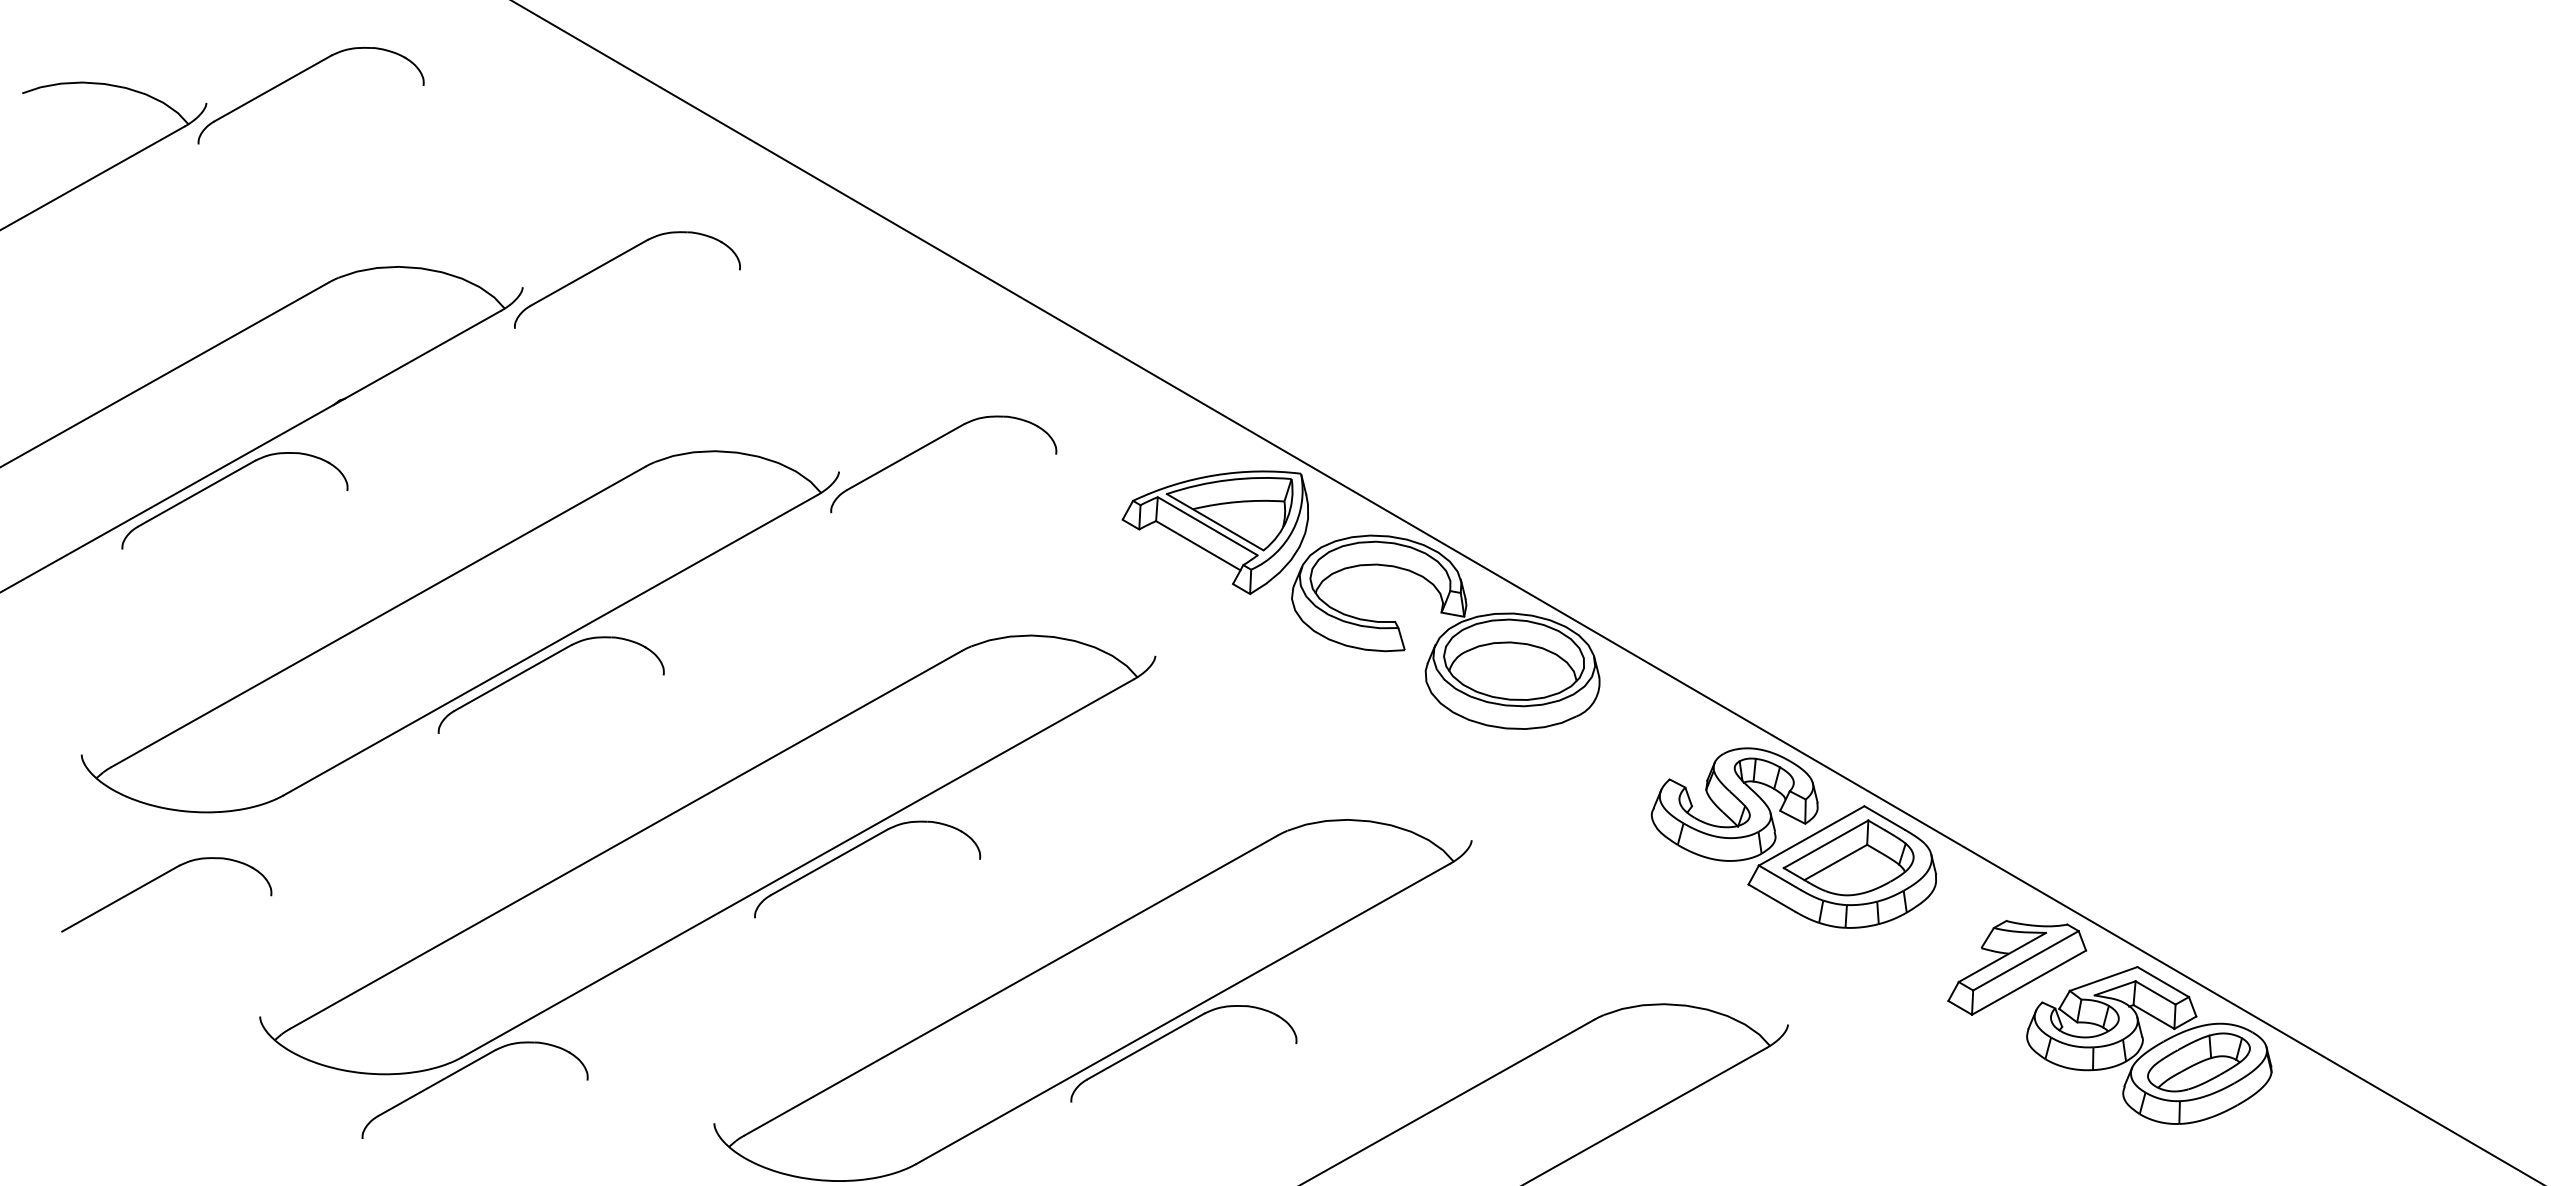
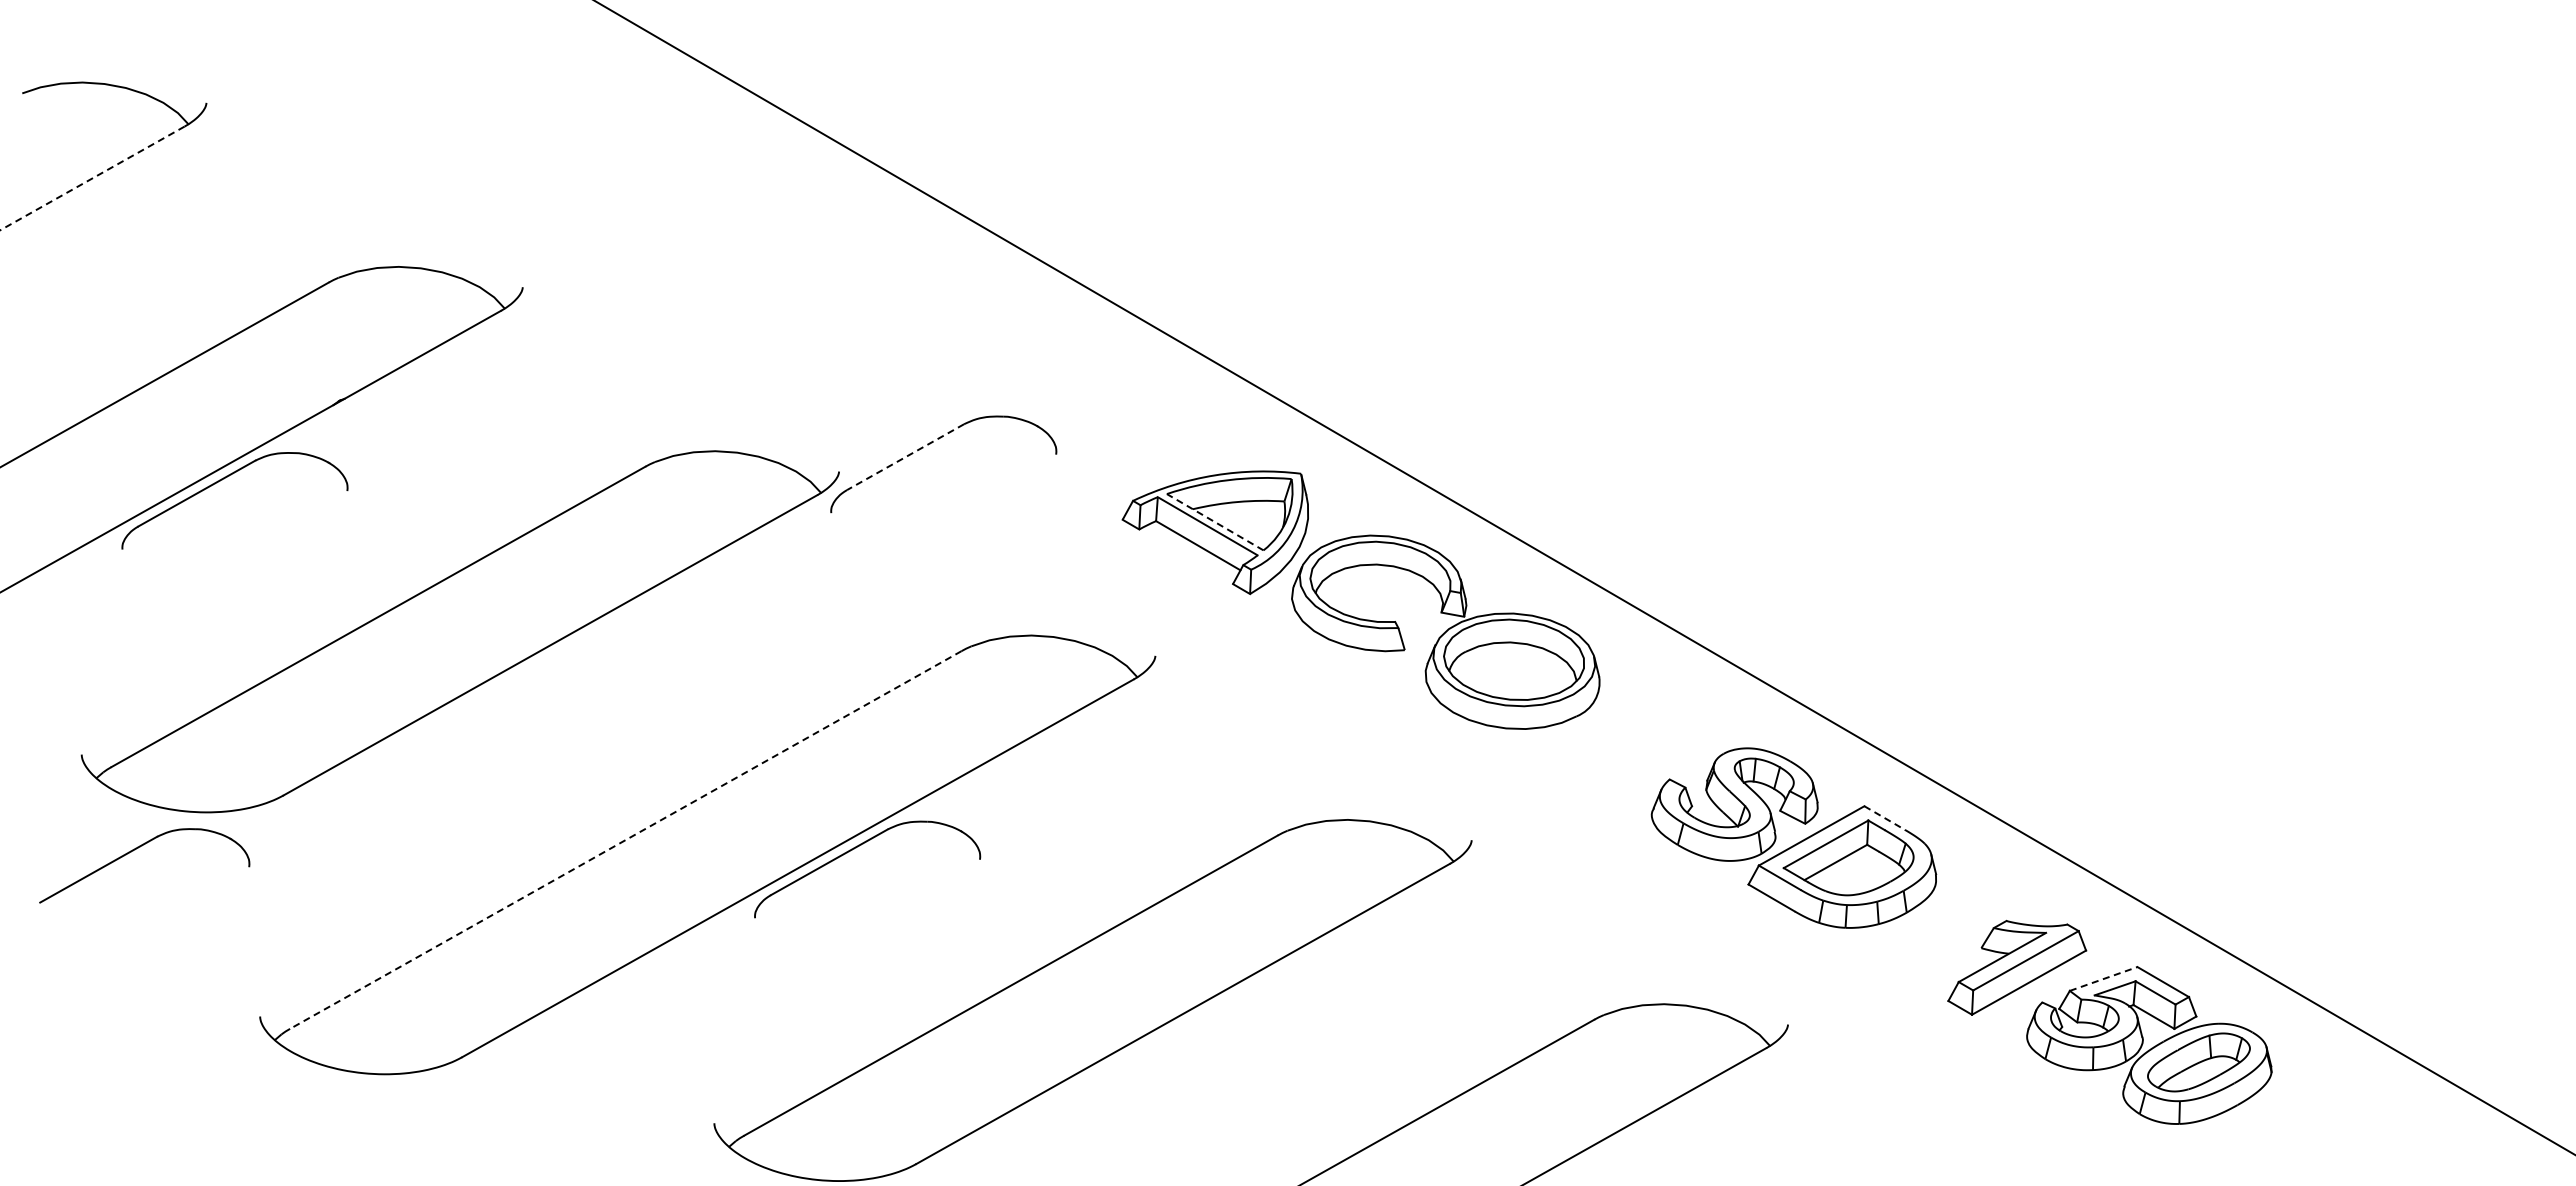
part at (300, 74): present -> none
line at (92, 178): solid -> dashed
part at (615, 259): present -> none
line at (905, 457): solid -> dashed
line at (1215, 522): solid -> dashed
line at (1526, 592) position: (1526, 592) -> (1584, 577)
part at (539, 664): present -> none
line at (1885, 818): solid -> dashed
line at (625, 840): solid -> dashed
part at (155, 880) position: (155, 880) -> (133, 851)
line at (2103, 978): solid -> dashed
part at (1173, 1032): present -> none
part at (463, 1069): present -> none
